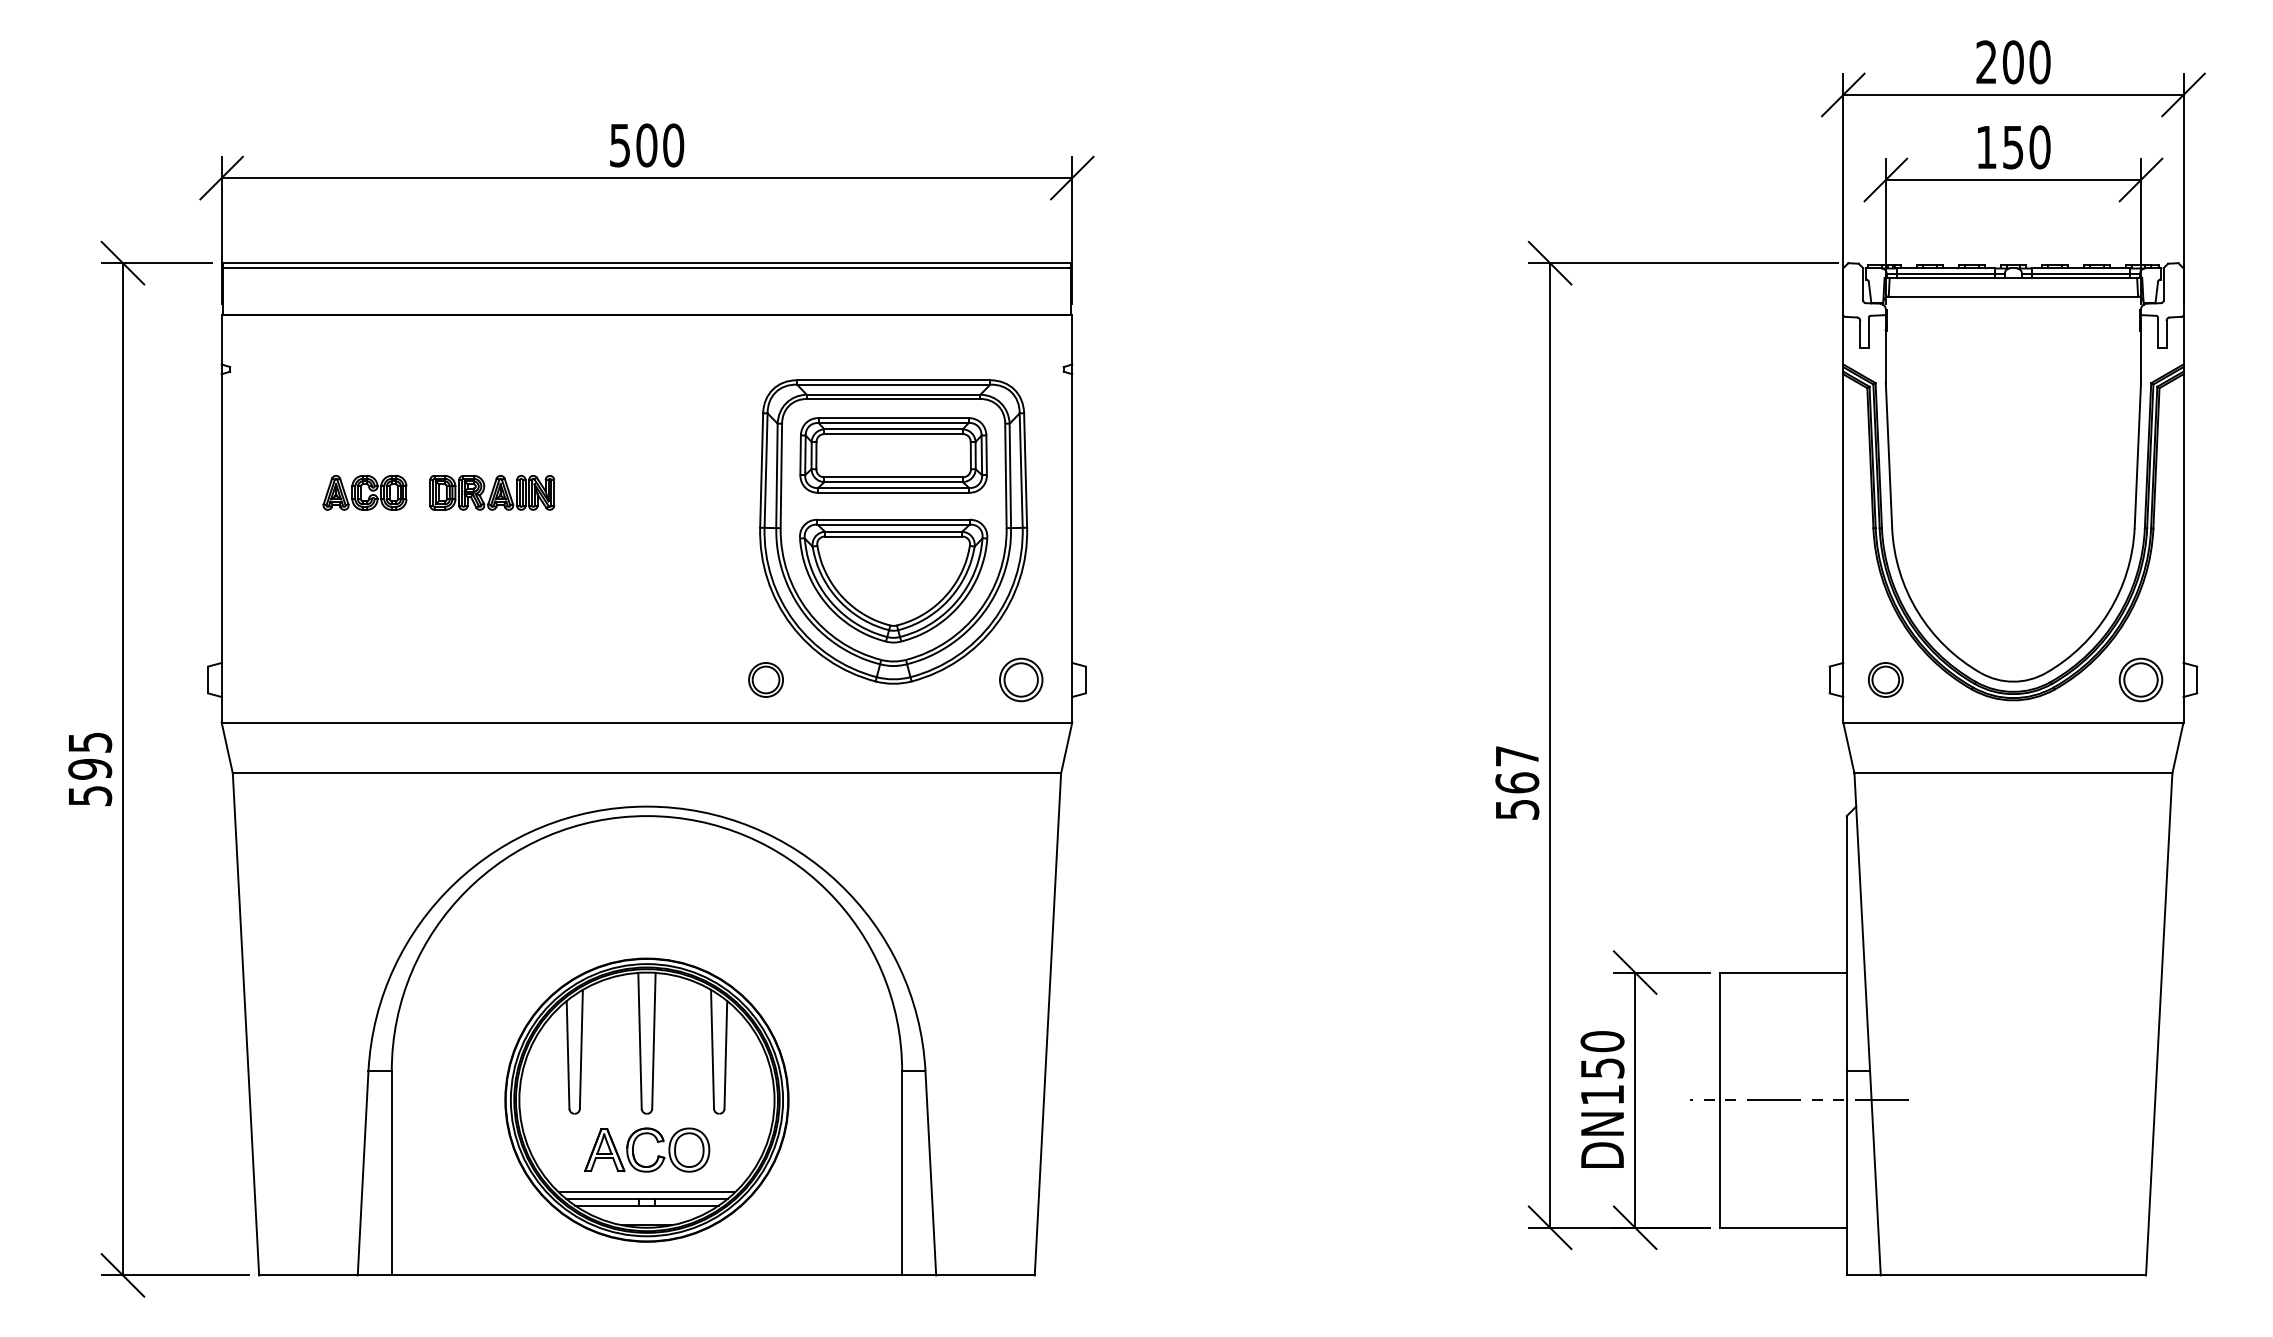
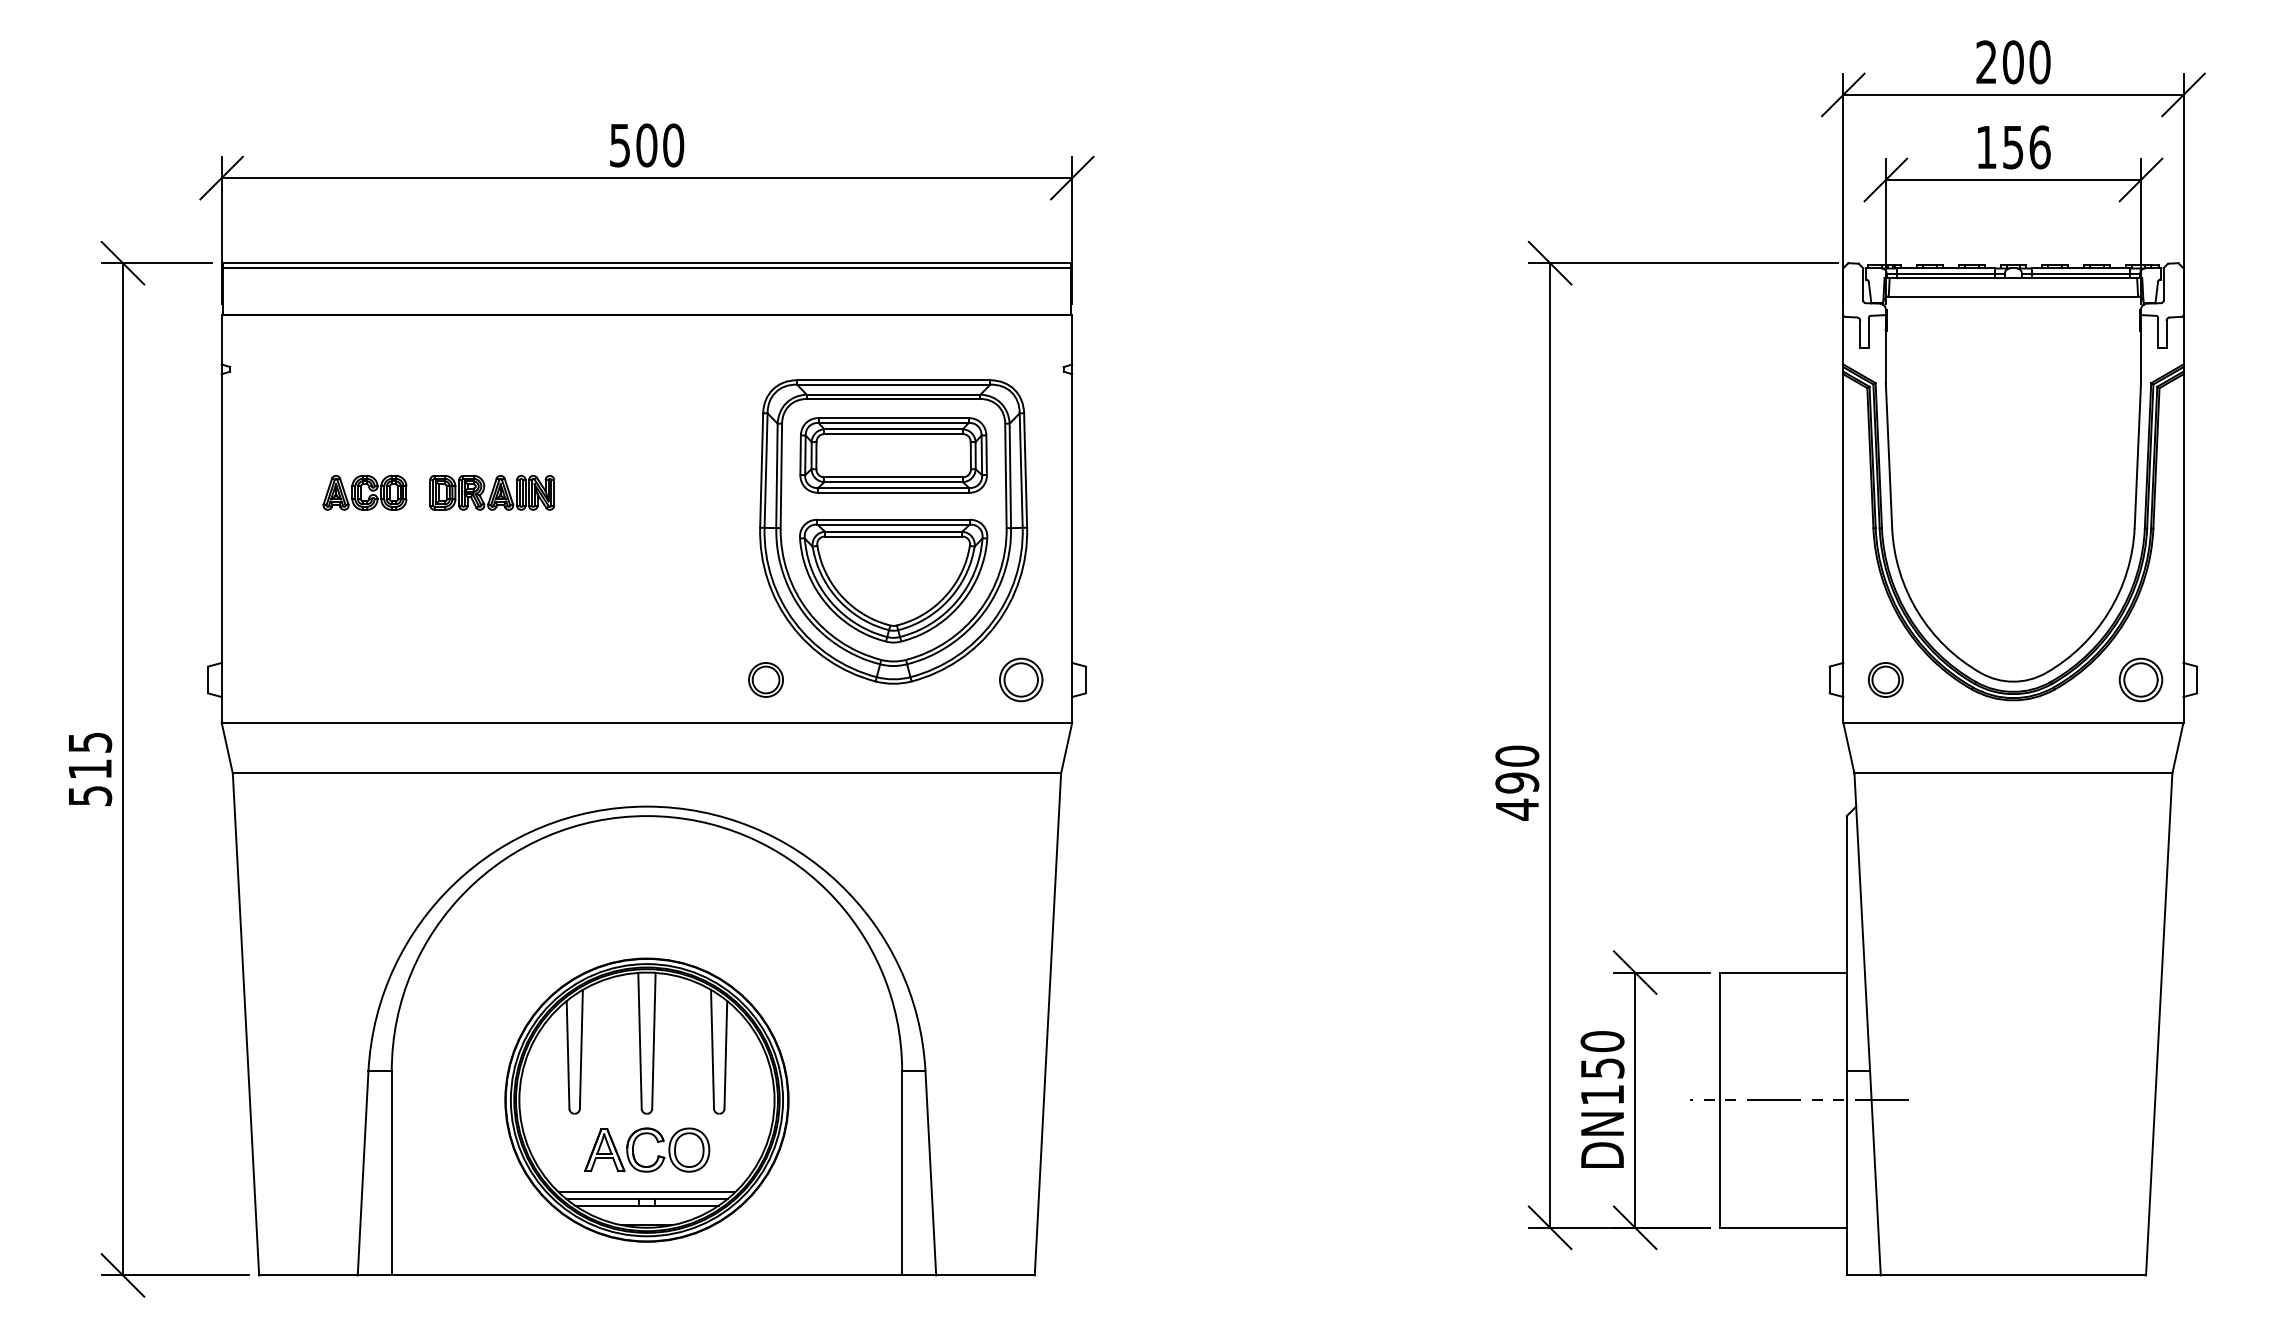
text at (2039, 147): 150 -> 156
text at (90, 769): 595 -> 515
text at (1517, 782): 567 -> 490
